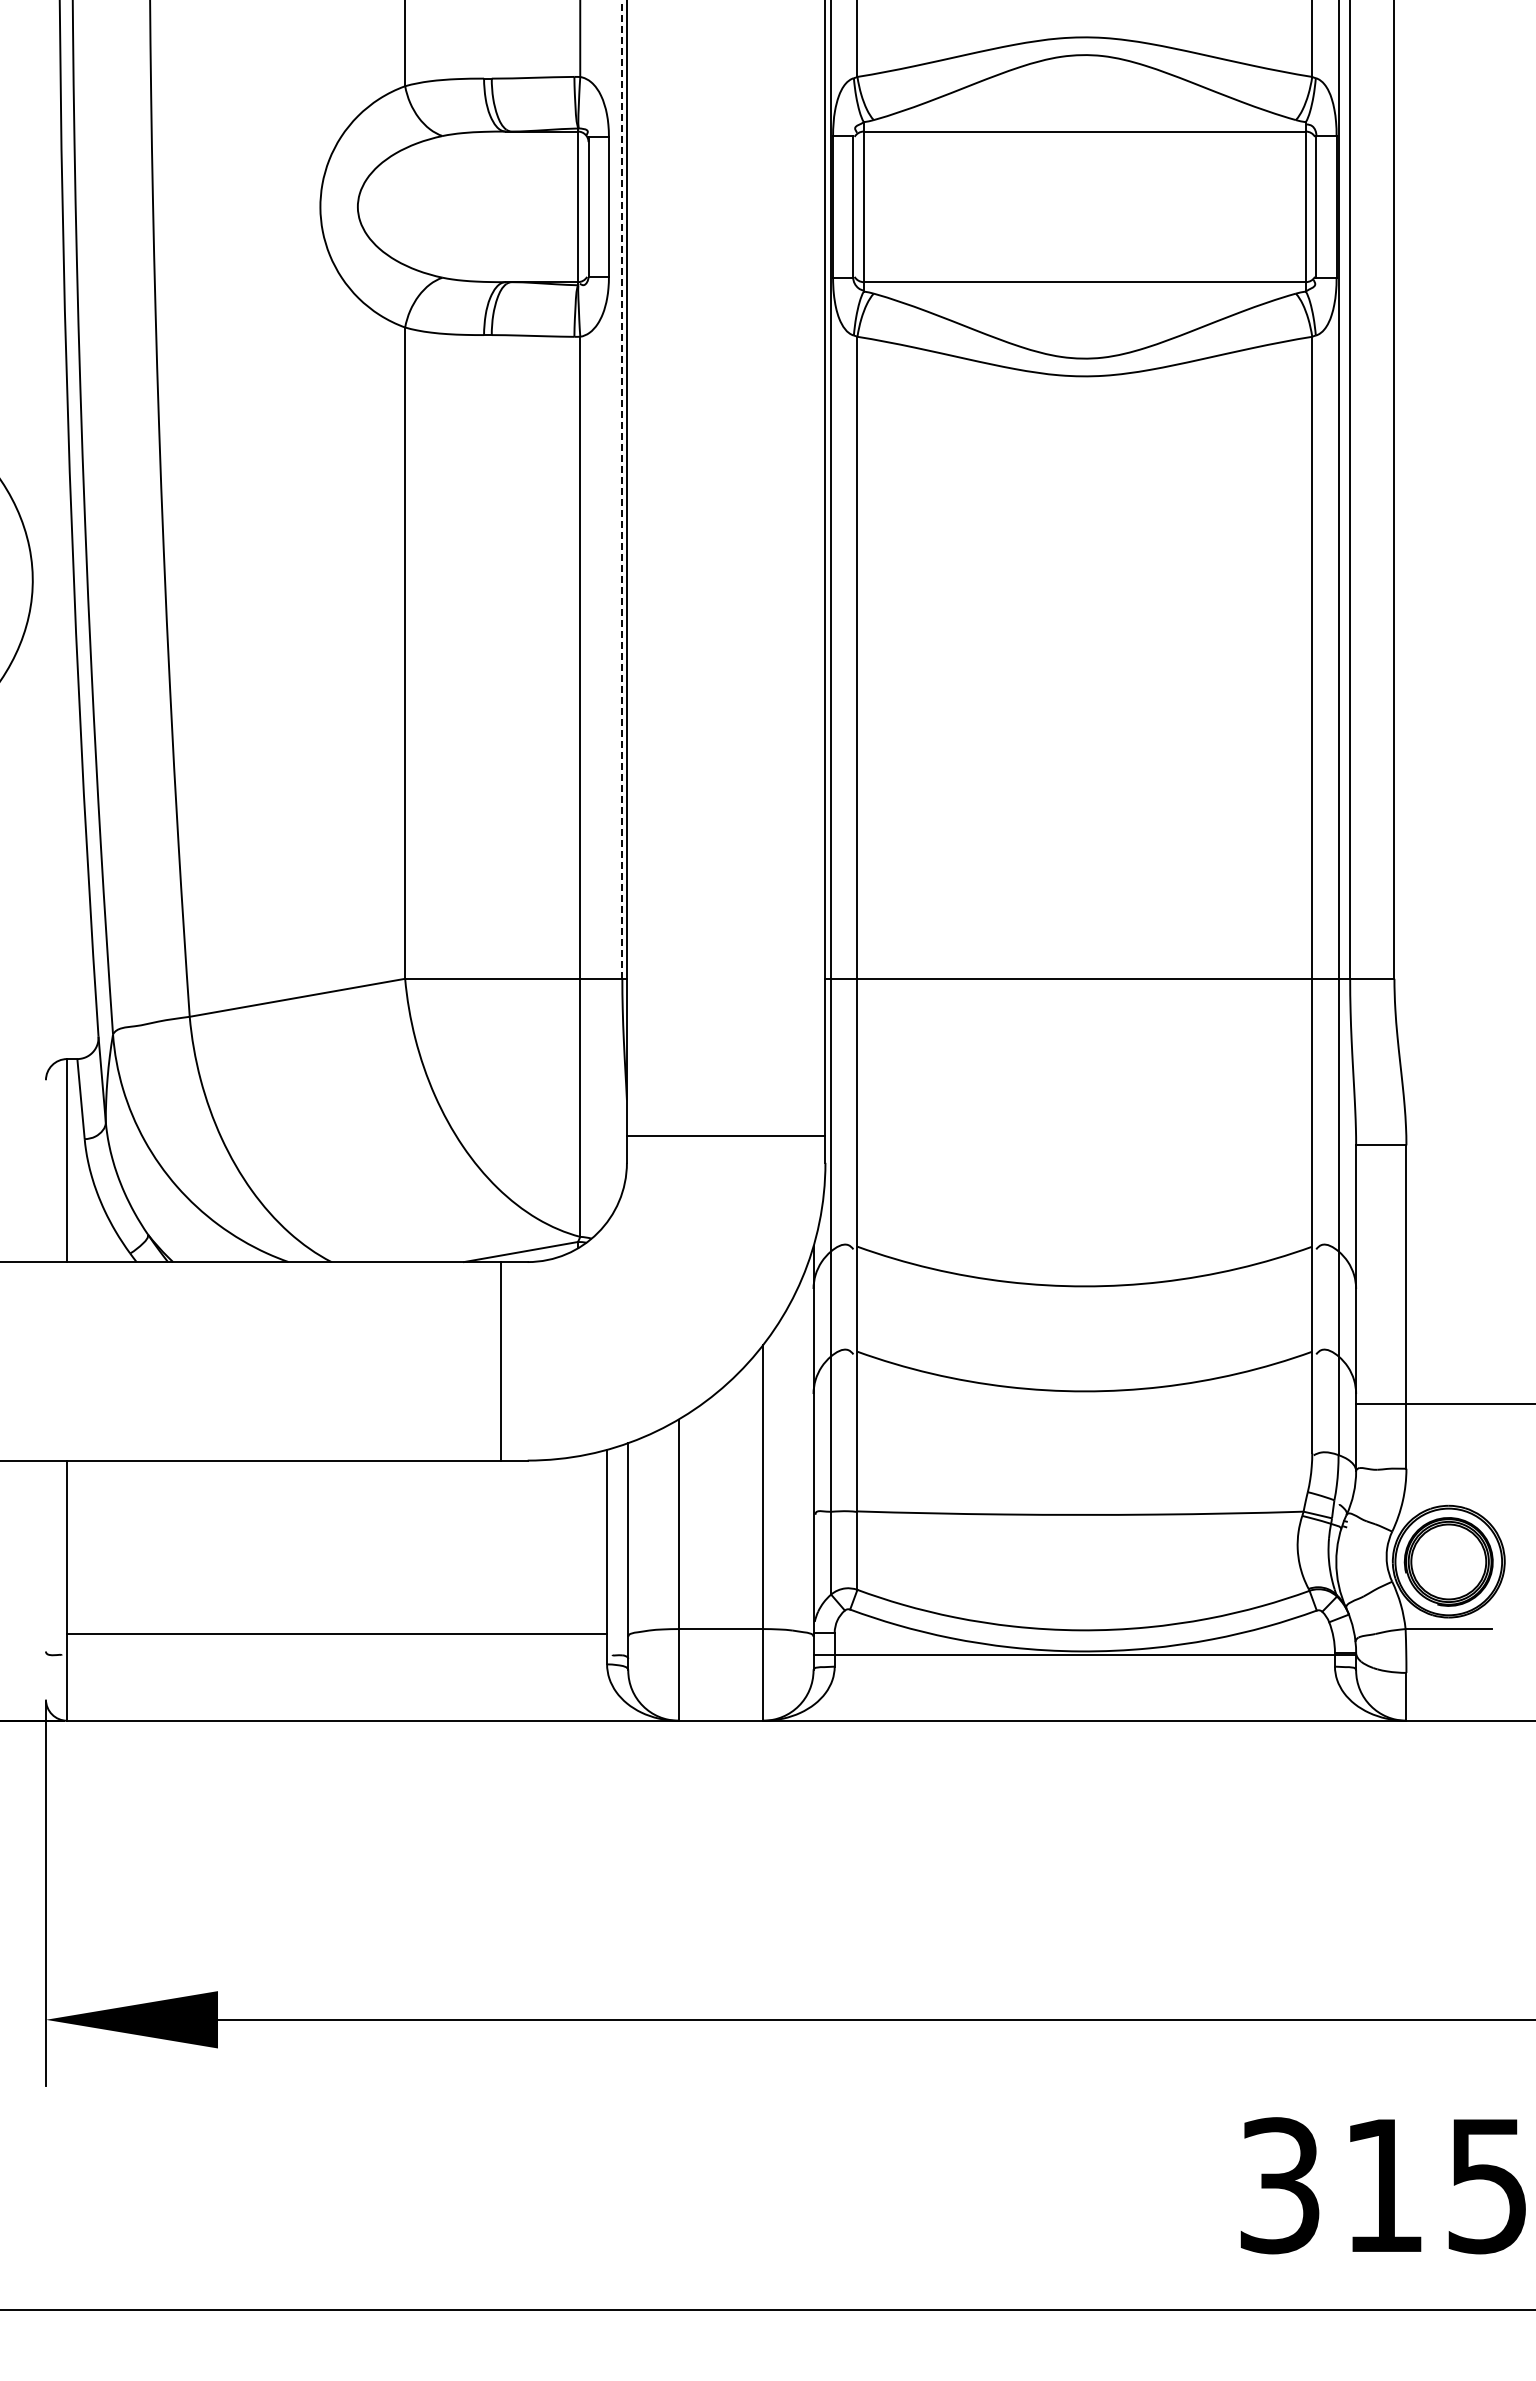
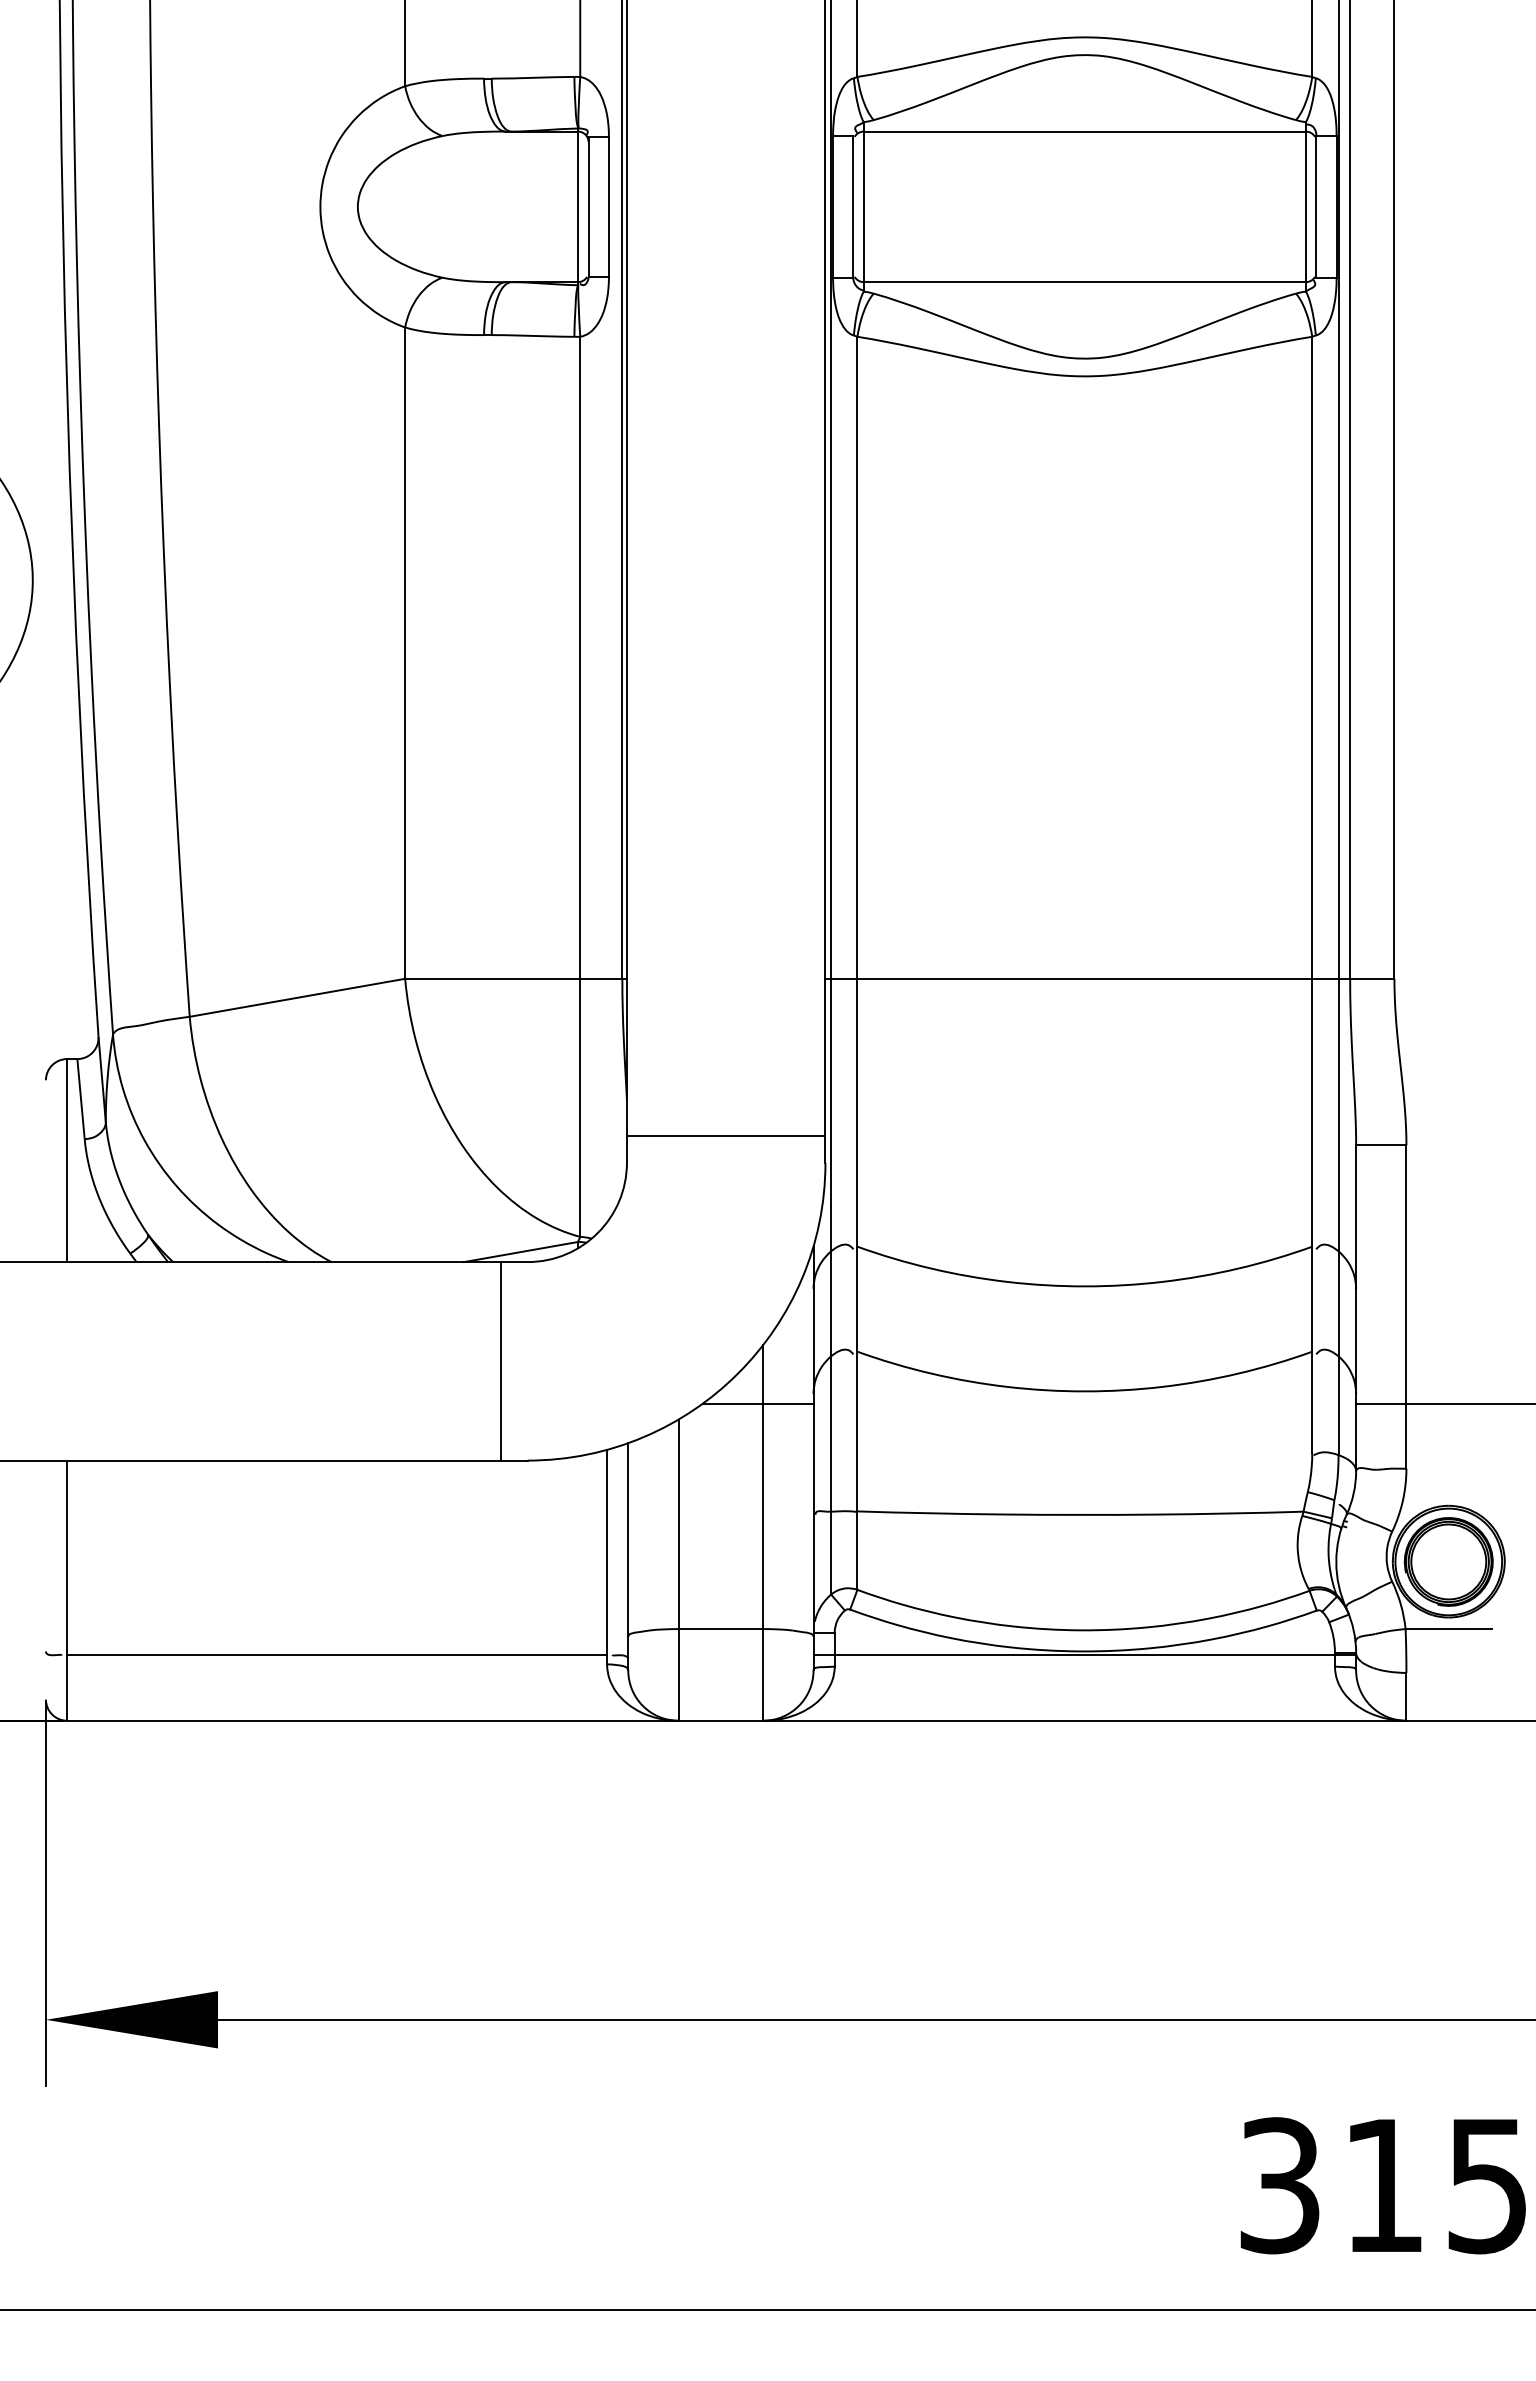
line at (622, 489): dashed -> solid
line at (757, 1403): none -> present
line at (337, 1634) position: (337, 1634) -> (337, 1655)
